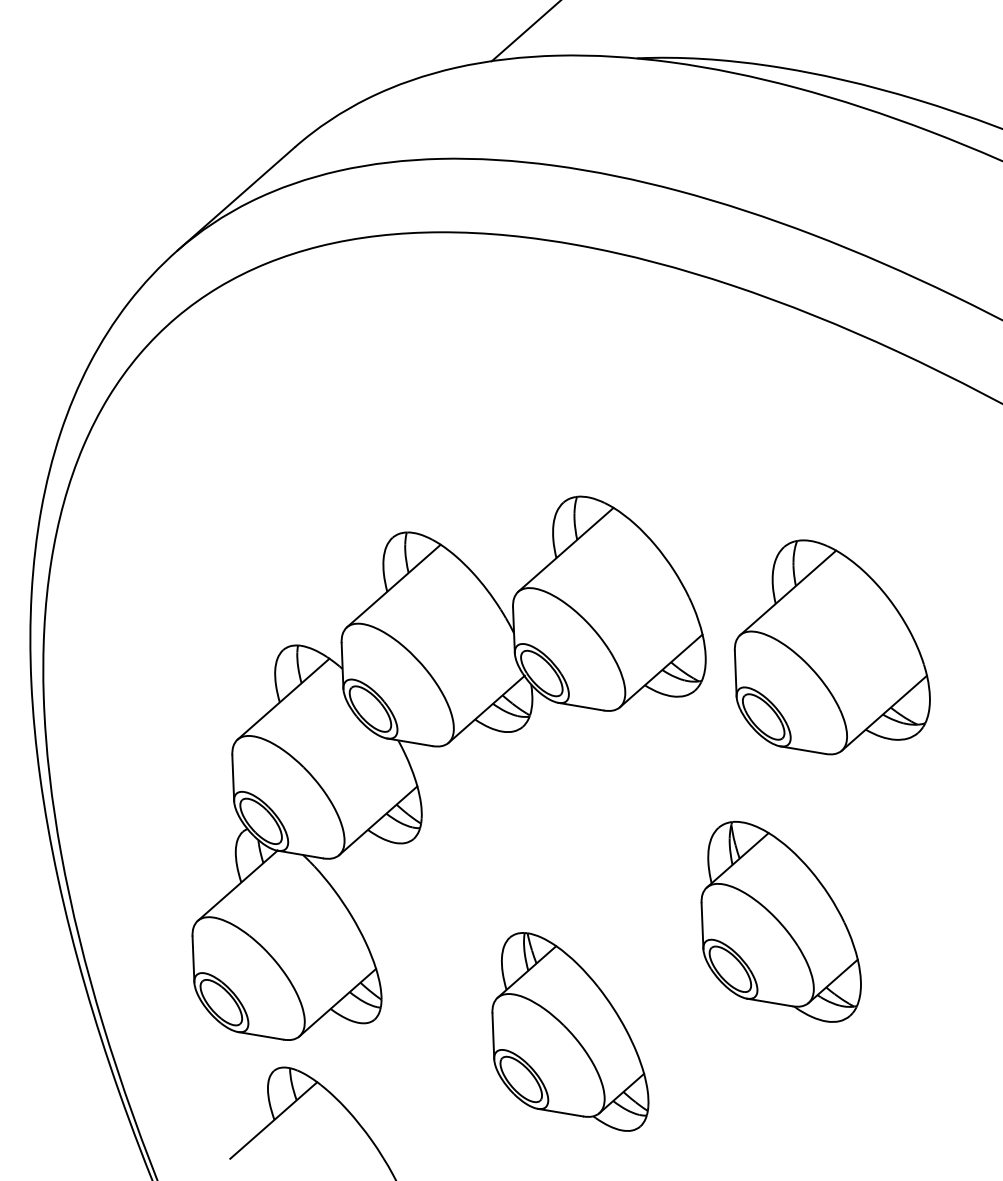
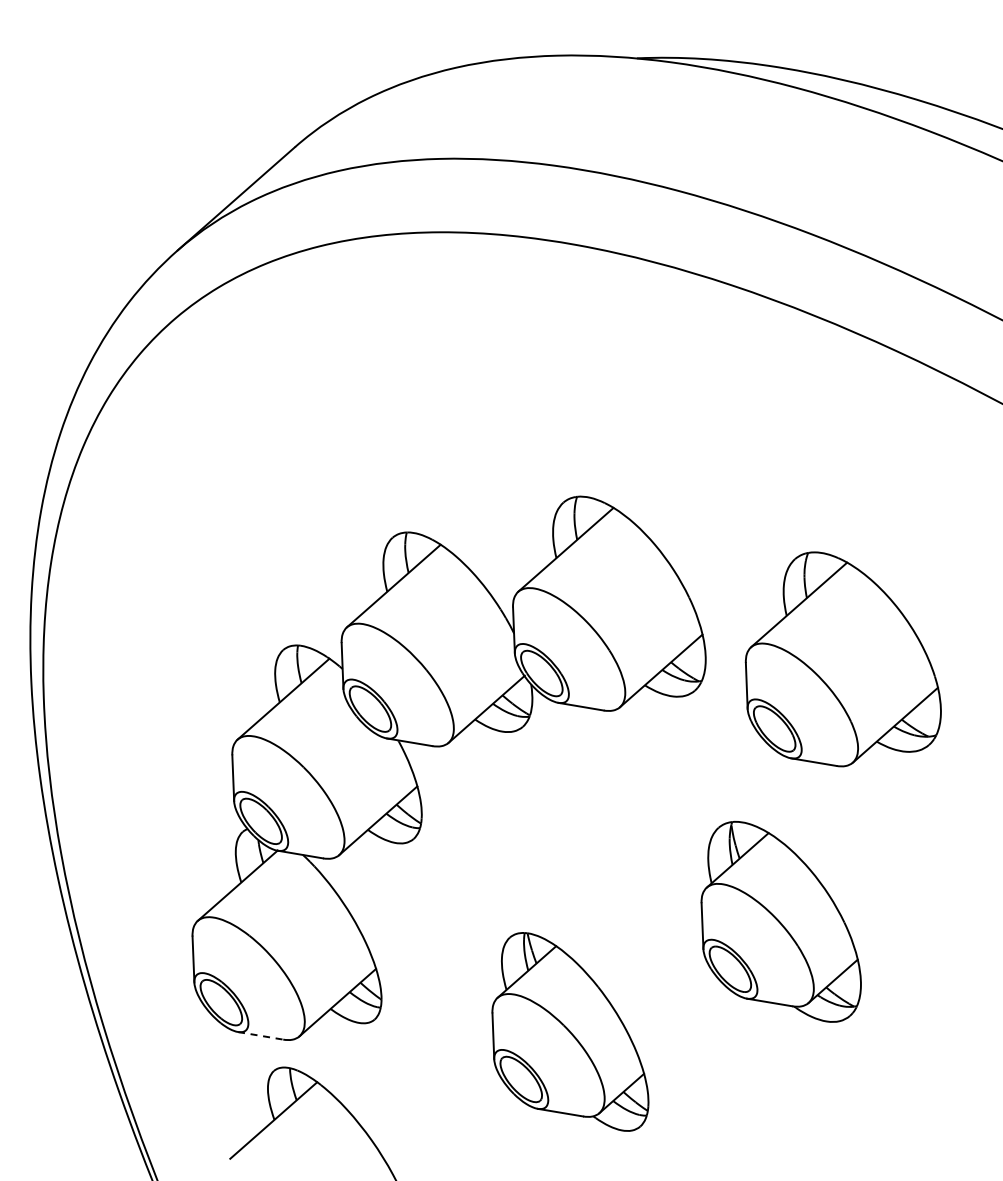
line at (524, 31): present -> none
part at (831, 647) position: (831, 647) -> (842, 659)
line at (260, 1035): solid -> dashed
